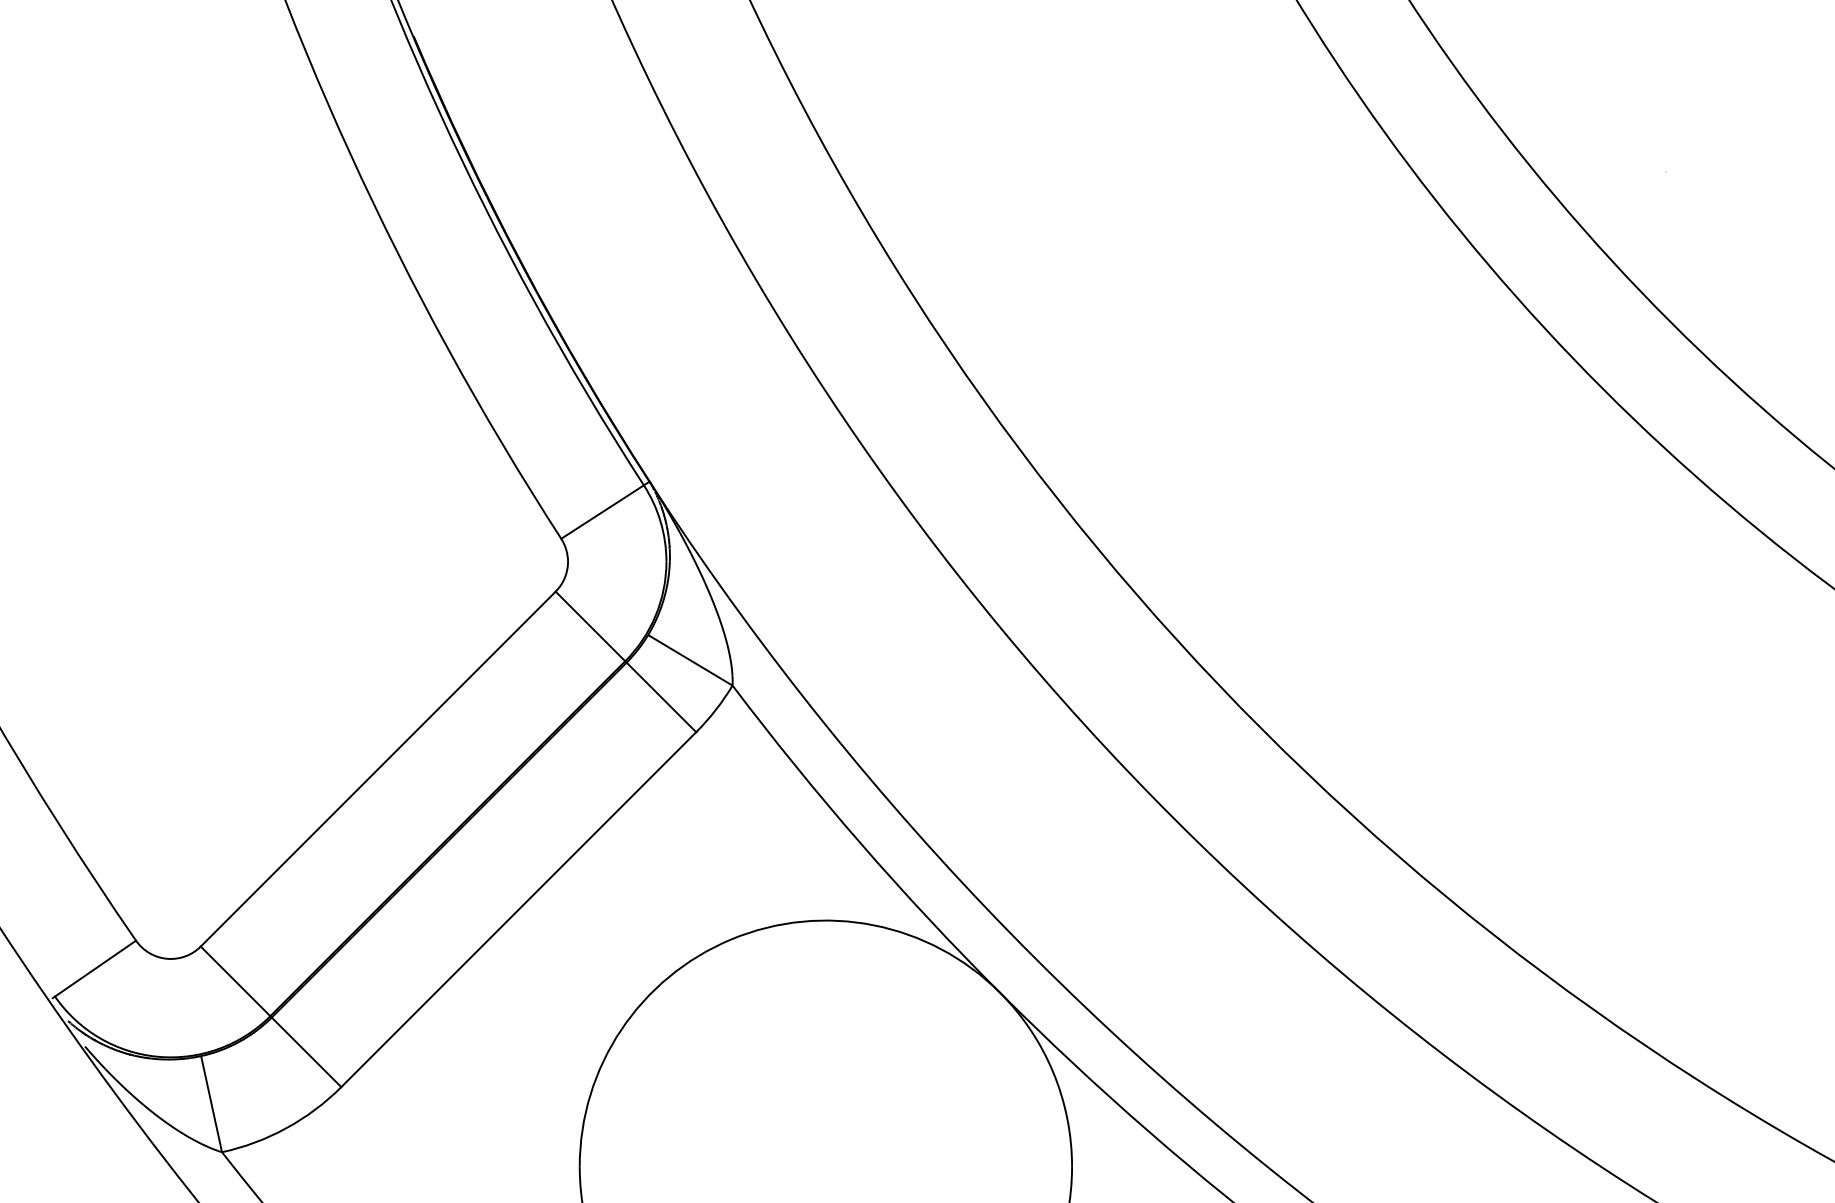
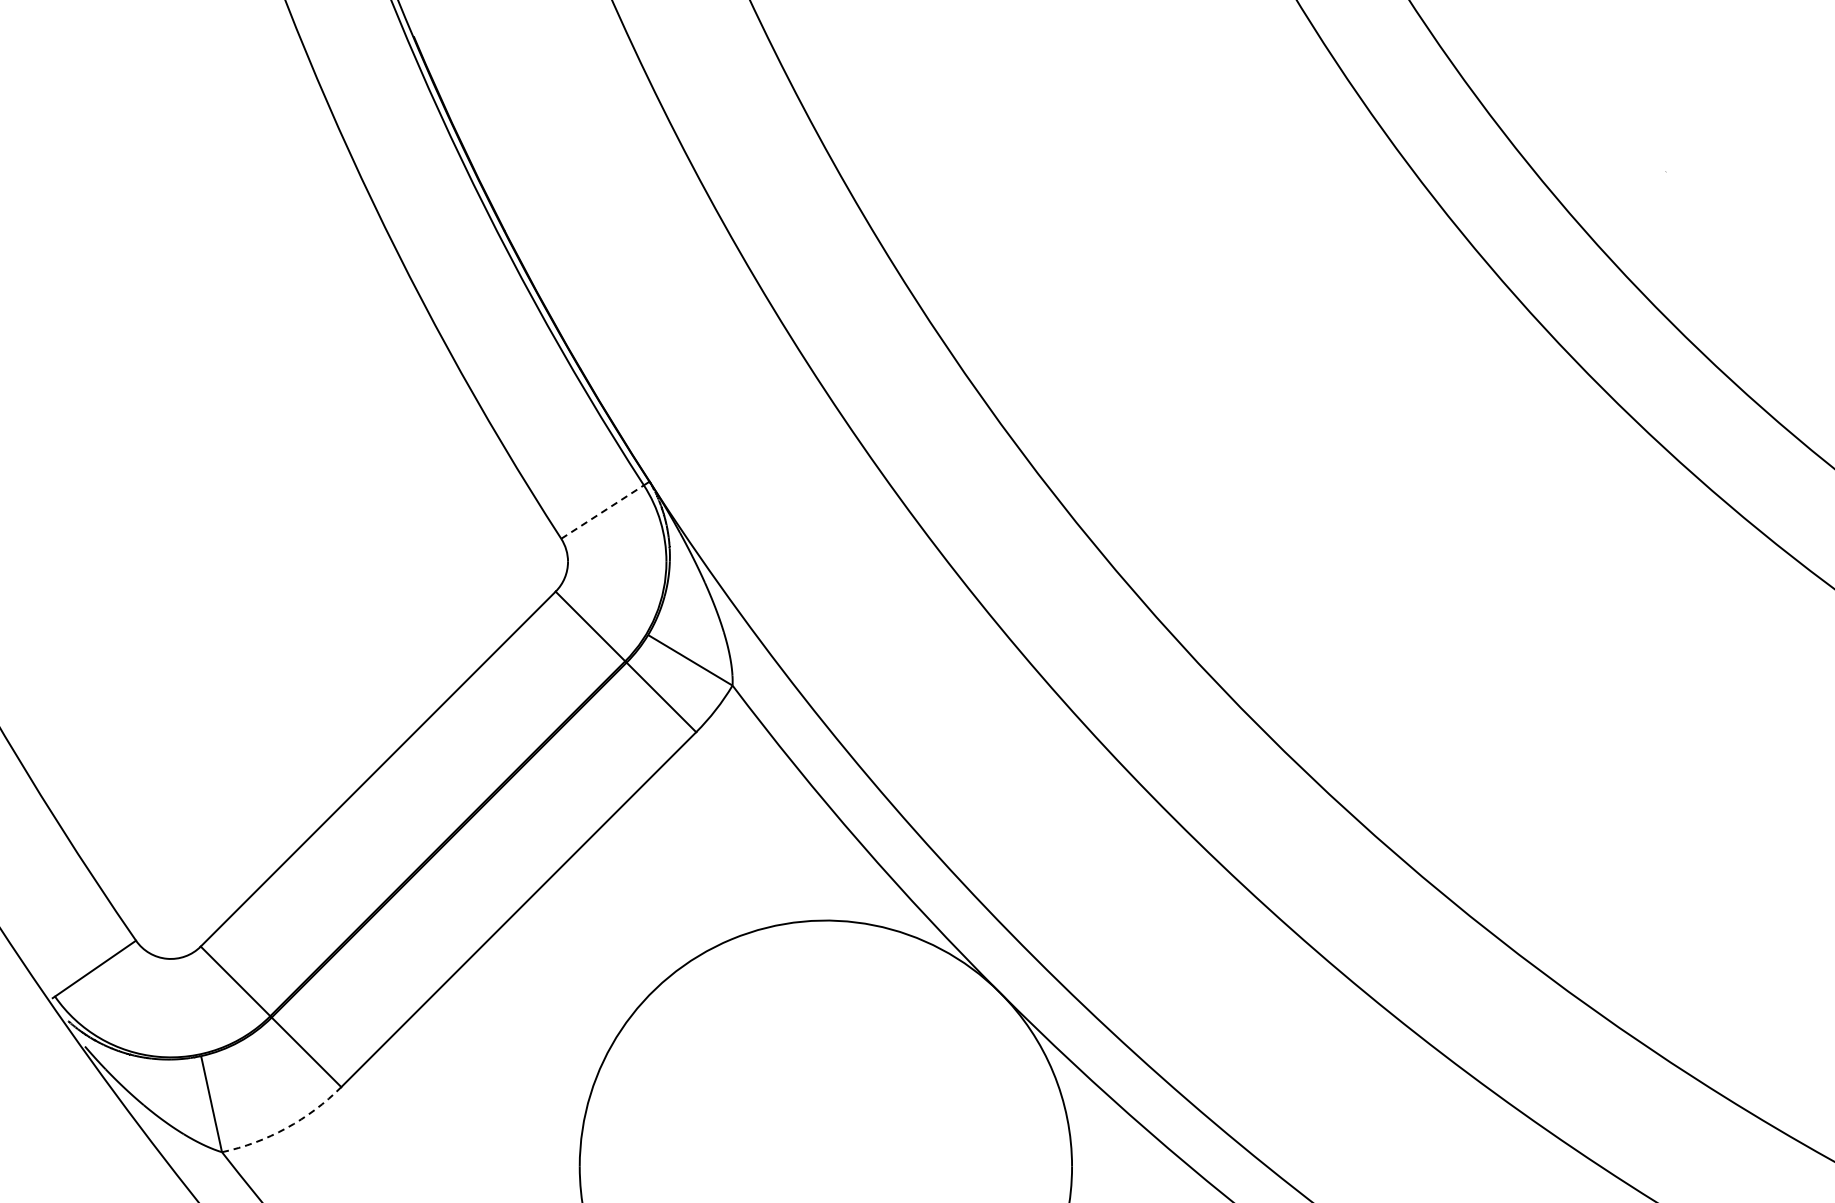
line at (603, 511): solid -> dashed
arc at (286, 1128): solid -> dashed
